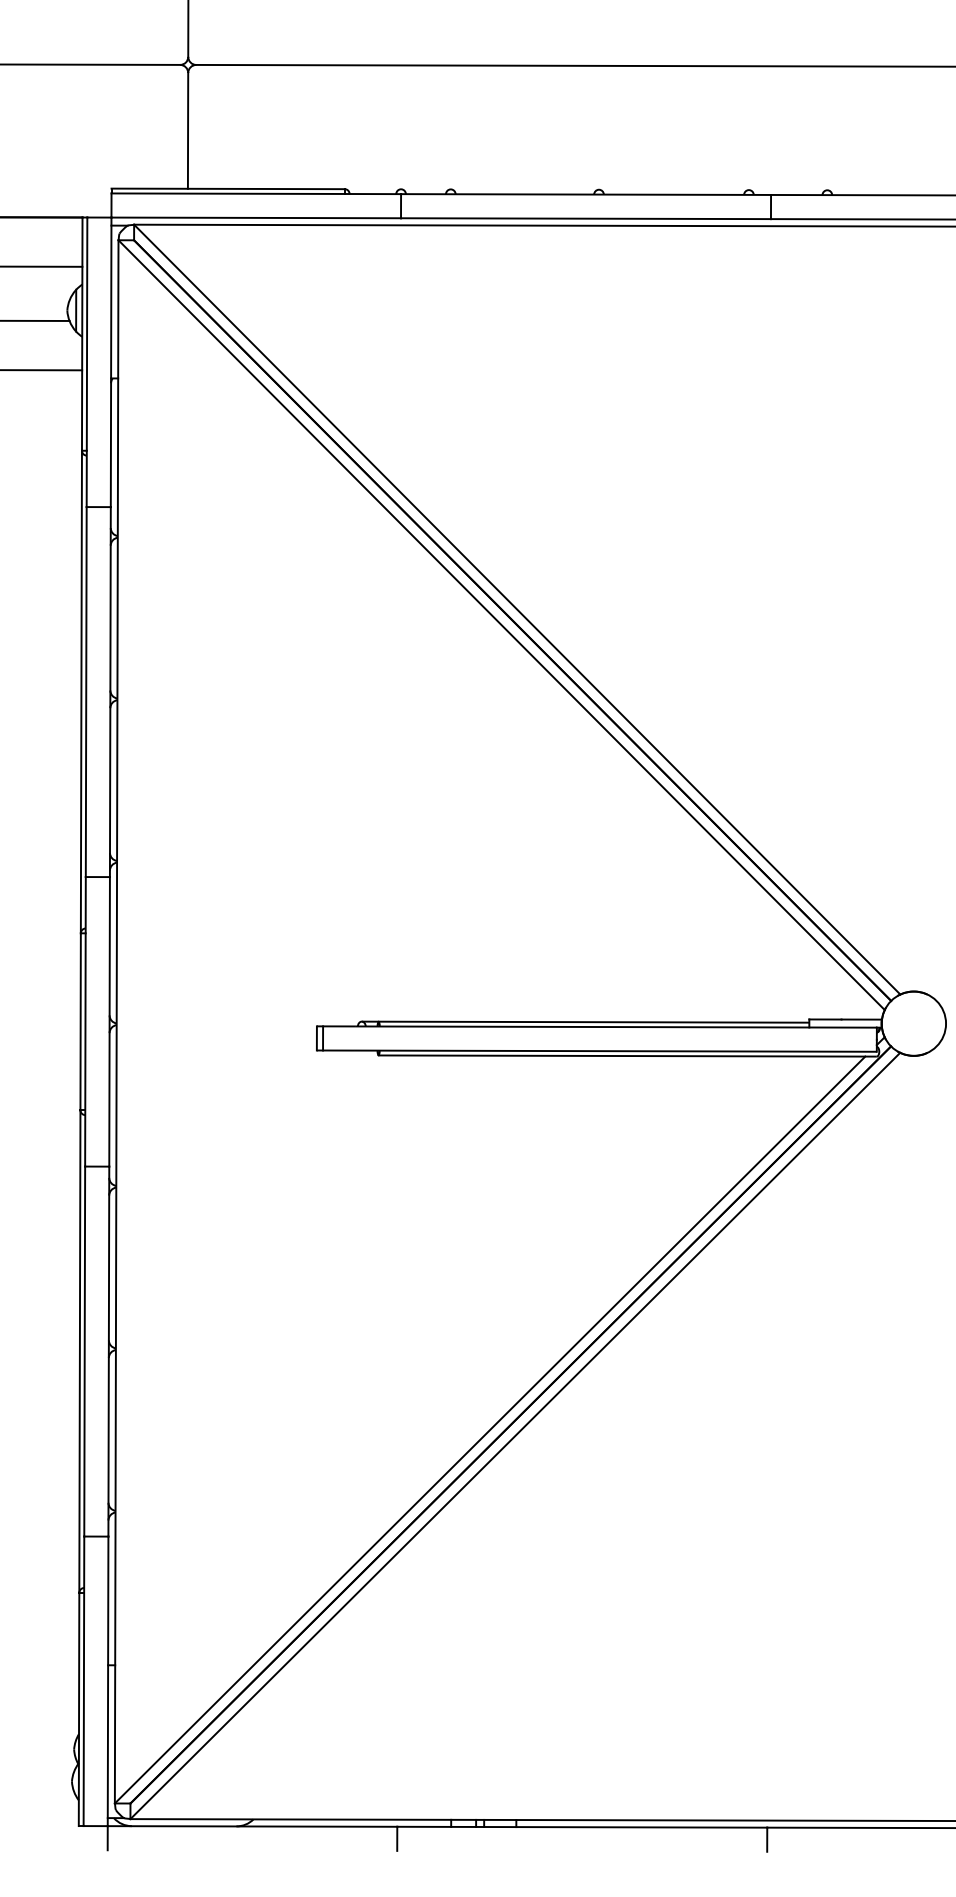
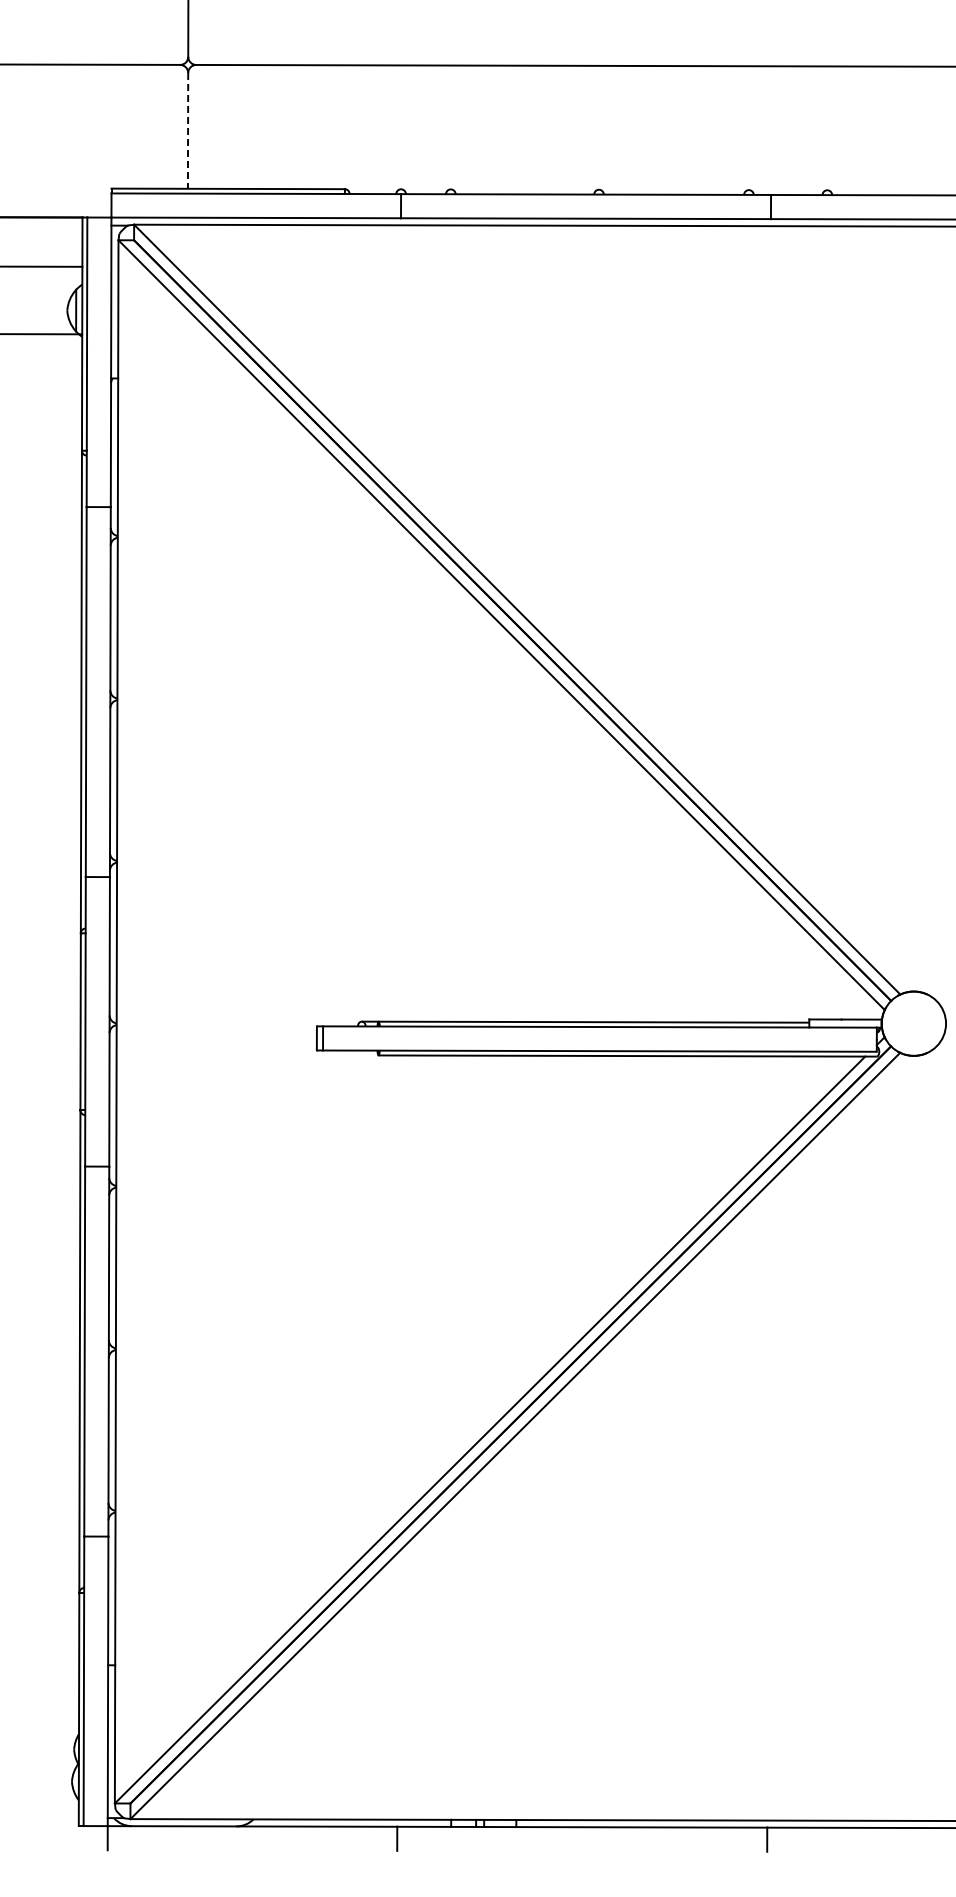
line at (188, 130): solid -> dashed
line at (35, 320): present -> none
line at (42, 370) position: (42, 370) -> (42, 334)
